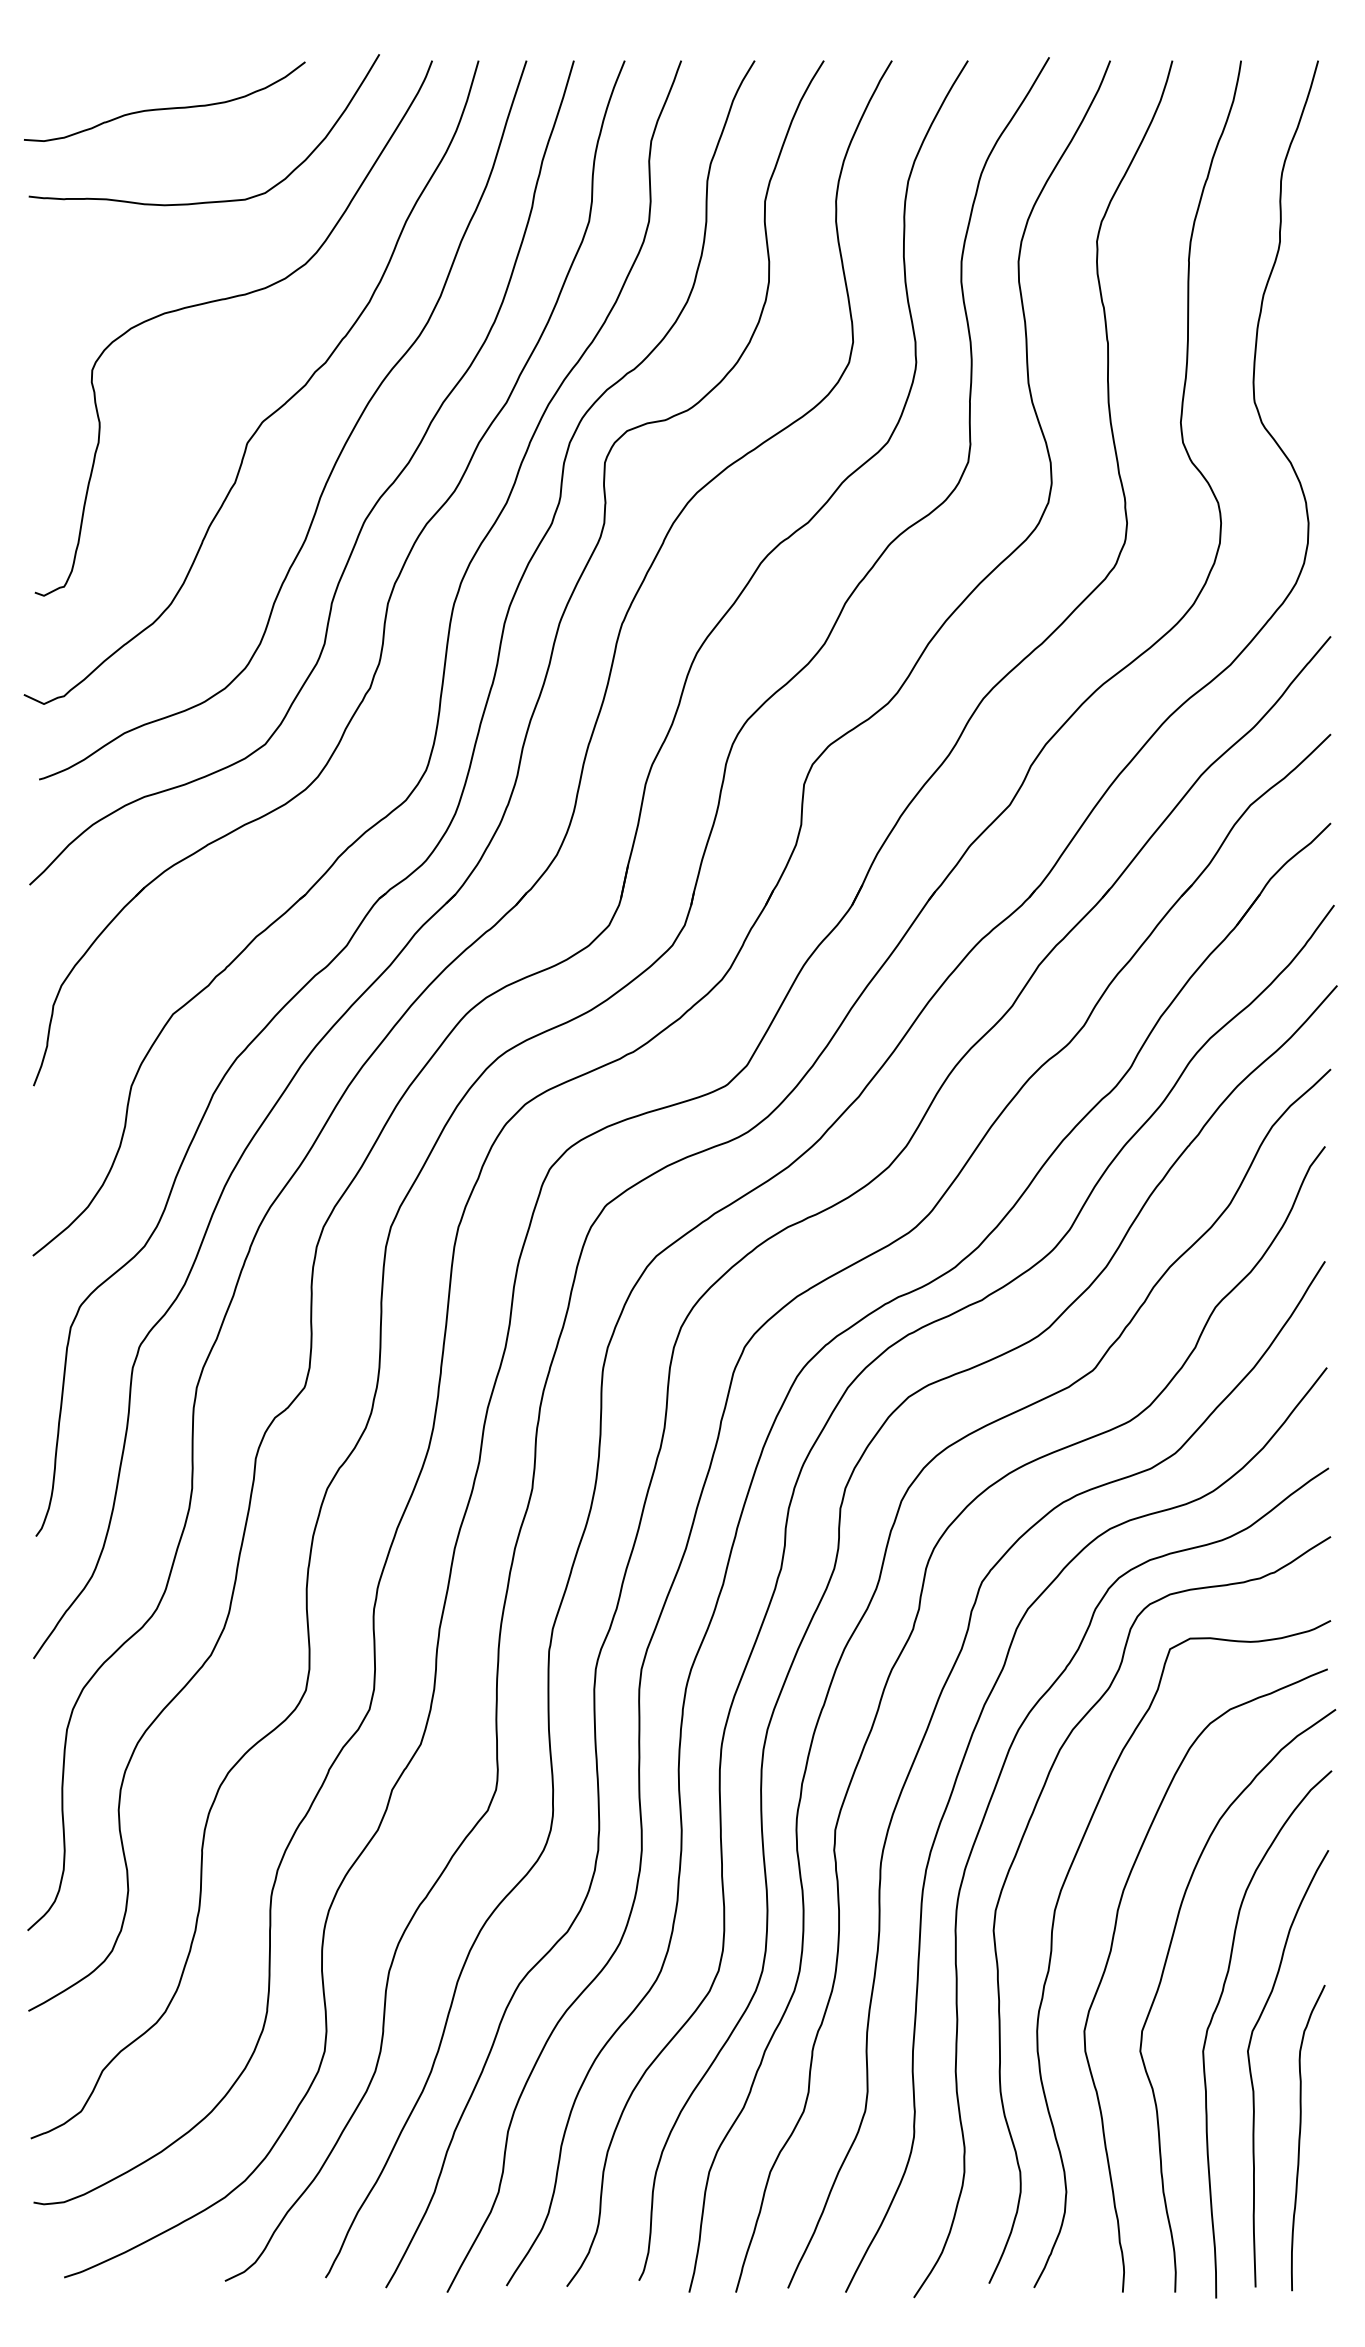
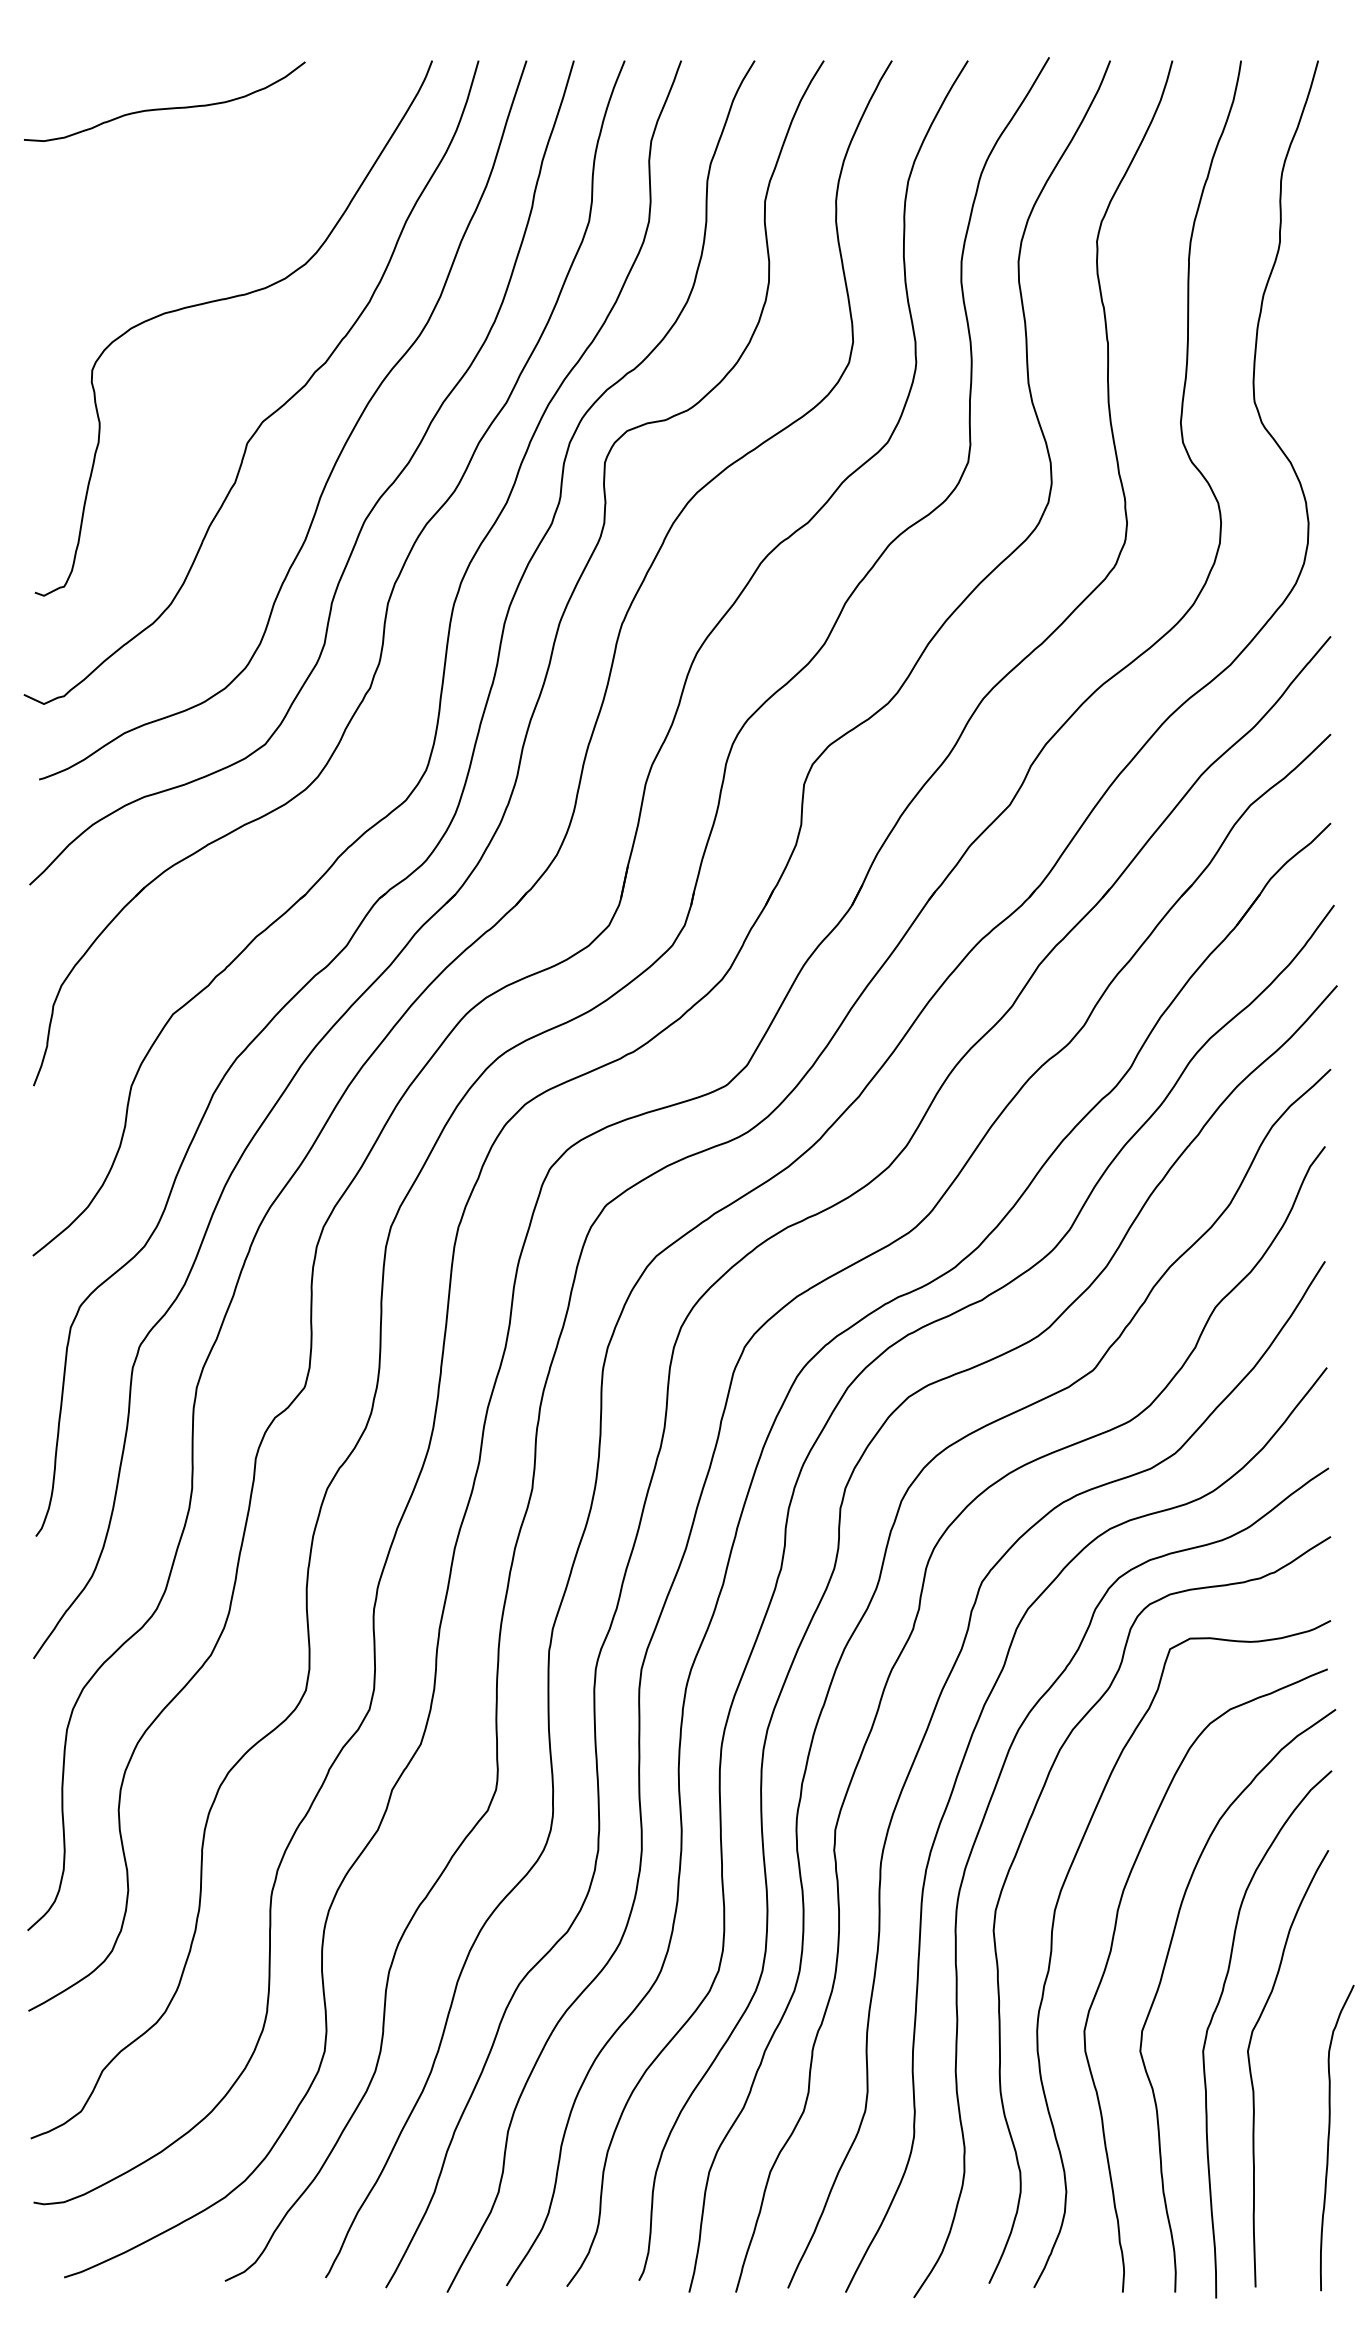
curve at (204, 201): present -> none
curve at (1300, 2137) position: (1300, 2137) -> (1329, 2137)
